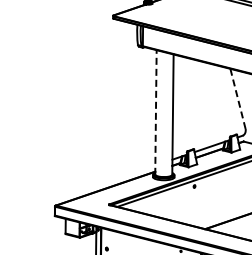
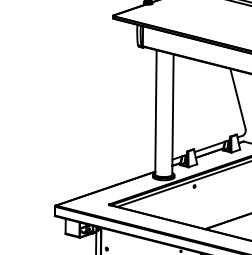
line at (237, 98): dashed -> solid
line at (155, 112): dashed -> solid
